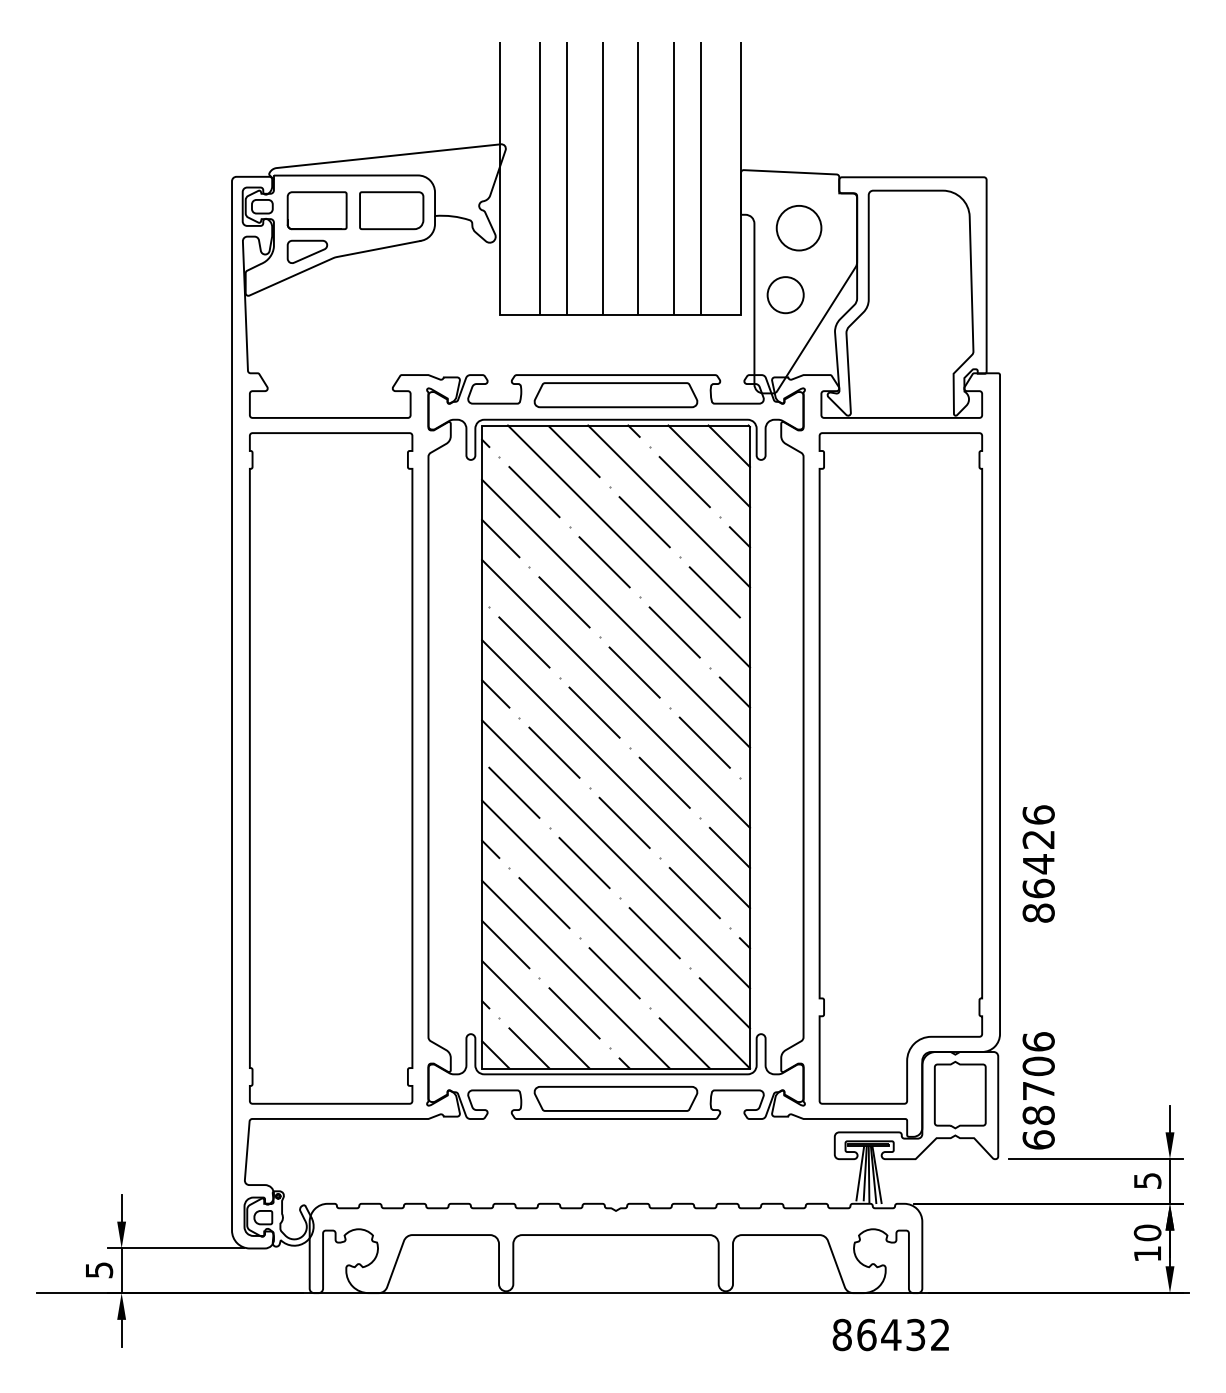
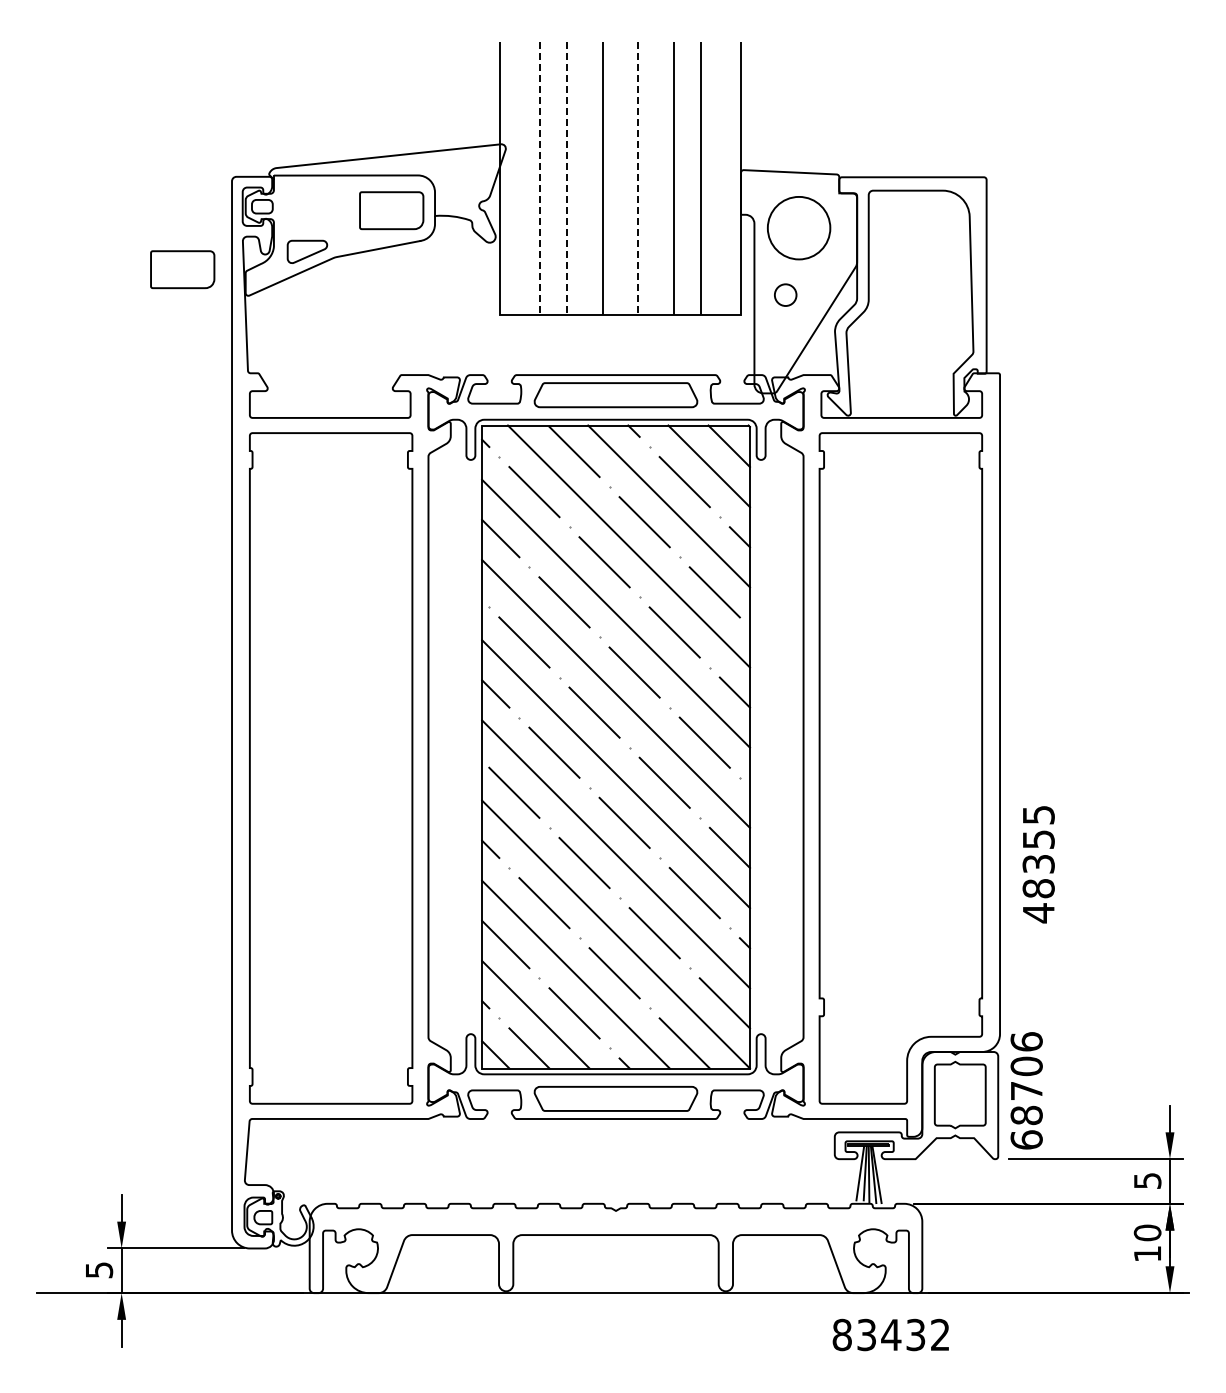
line at (540, 178): solid -> dashed
line at (566, 178): solid -> dashed
line at (638, 178): solid -> dashed
part at (316, 210): present -> none
circle at (798, 227) diameter: 45 px -> 63 px
part at (182, 269): none -> present
circle at (785, 295) diameter: 36 px -> 22 px
text at (1038, 864): 86426 -> 48355
text at (1038, 1090) position: (1038, 1090) -> (1026, 1090)
text at (866, 1334): 86432 -> 83432
